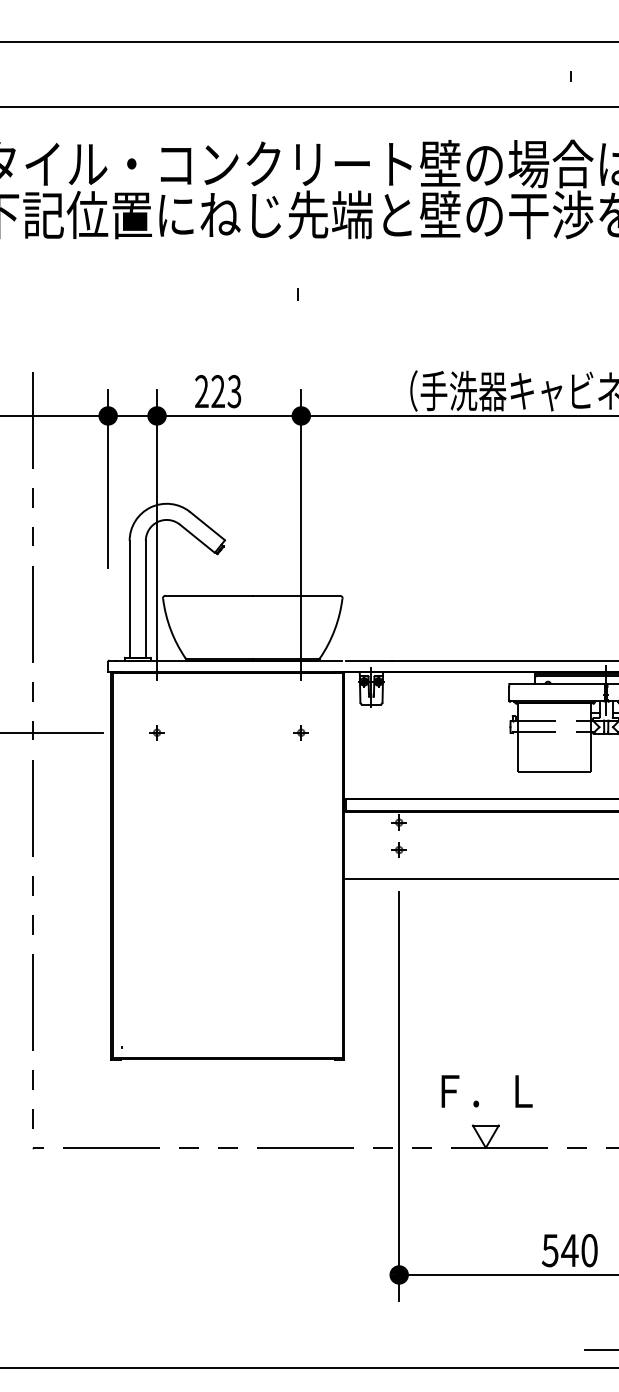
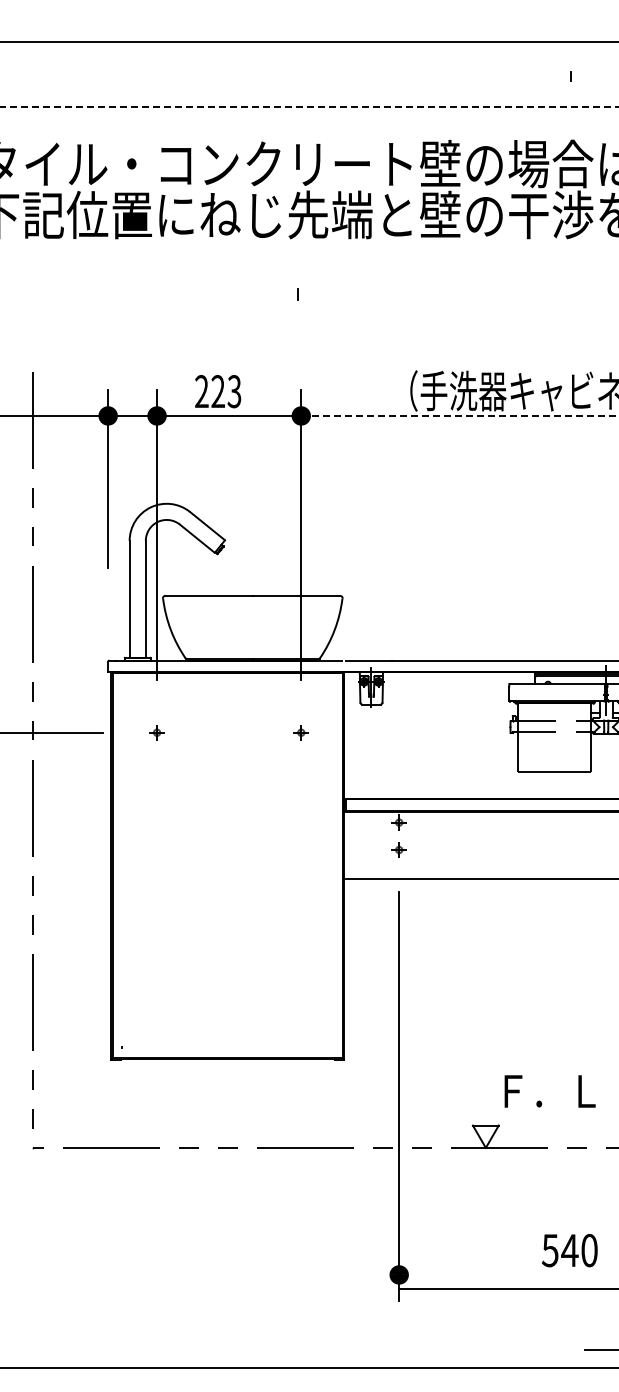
line at (309, 106): solid -> dashed
line at (459, 415): solid -> dashed
text at (486, 1091) position: (486, 1091) -> (549, 1091)
line at (507, 1274) position: (507, 1274) -> (507, 1288)
